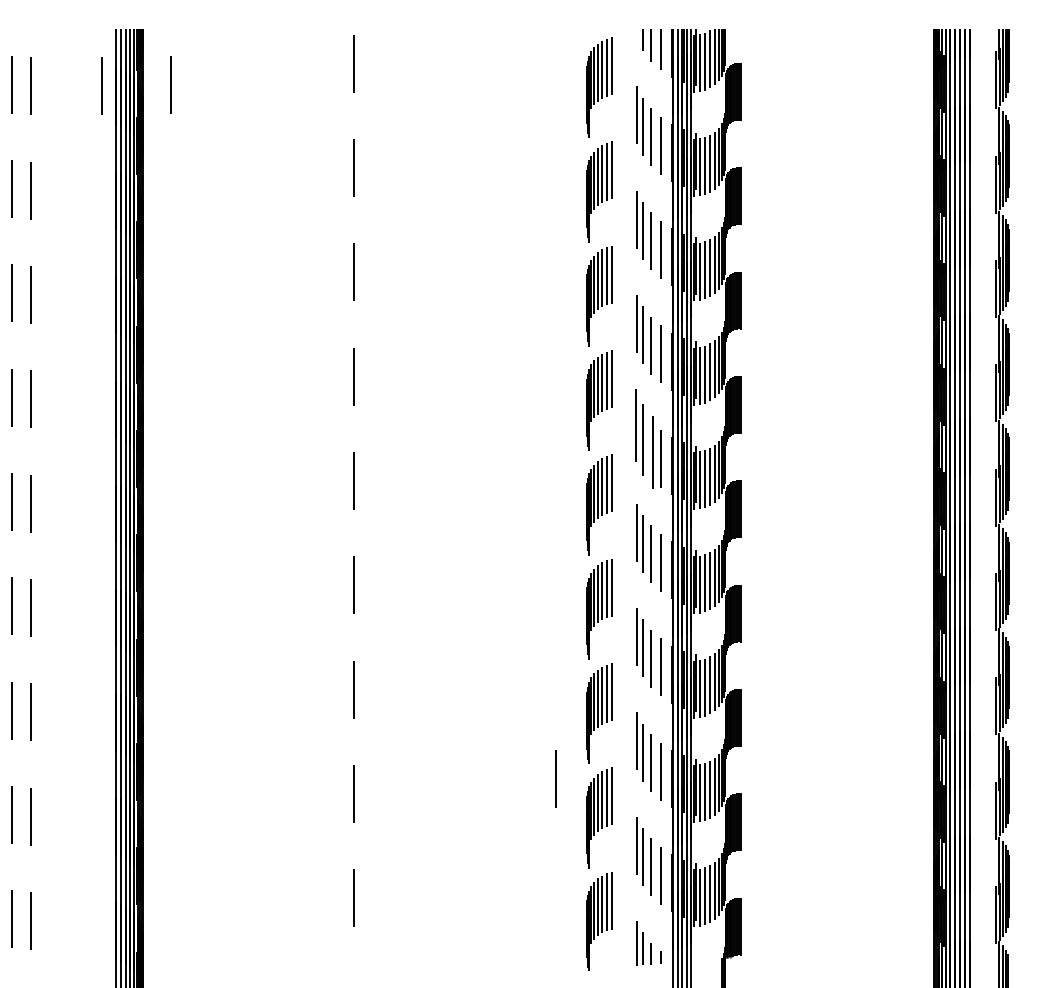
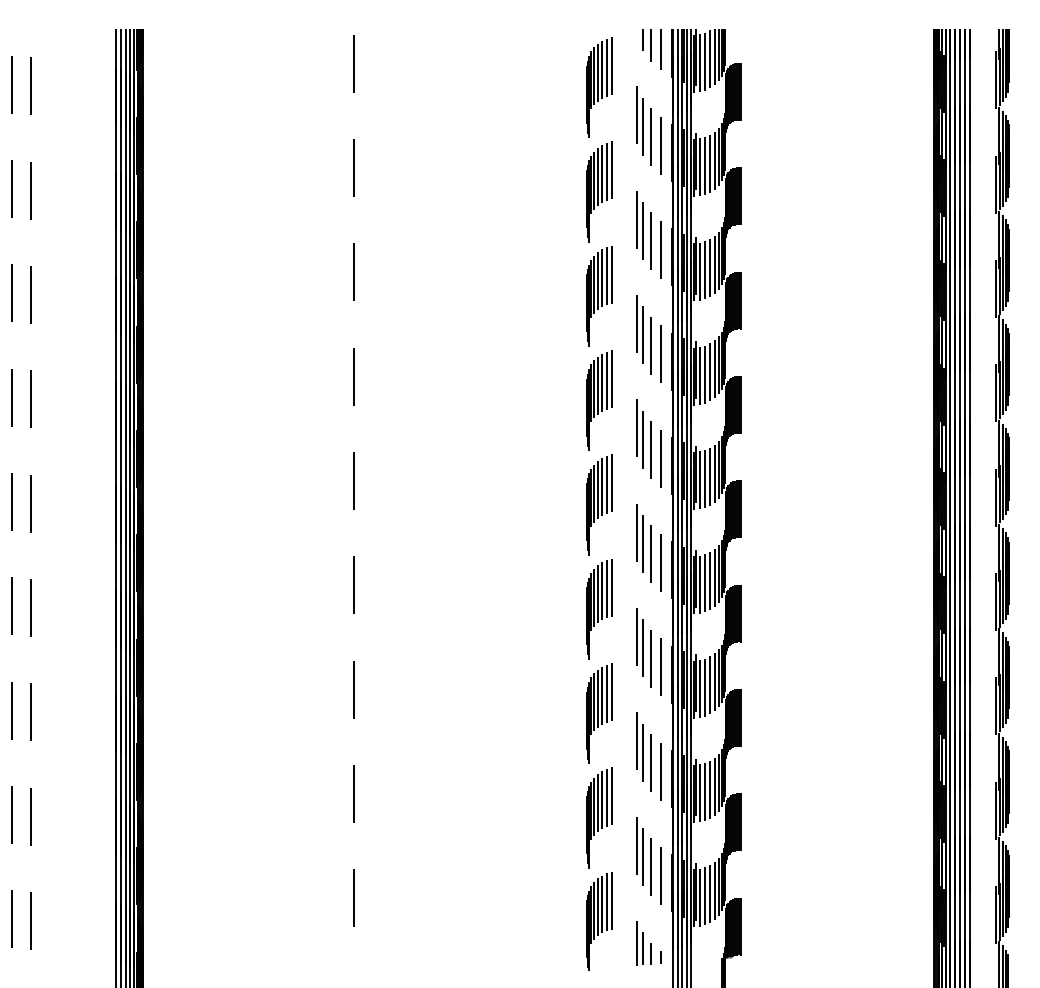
line at (170, 84): present -> none
line at (101, 85): present -> none
part at (644, 438) size: 19x100 px -> 16x80 px
line at (555, 778): present -> none
